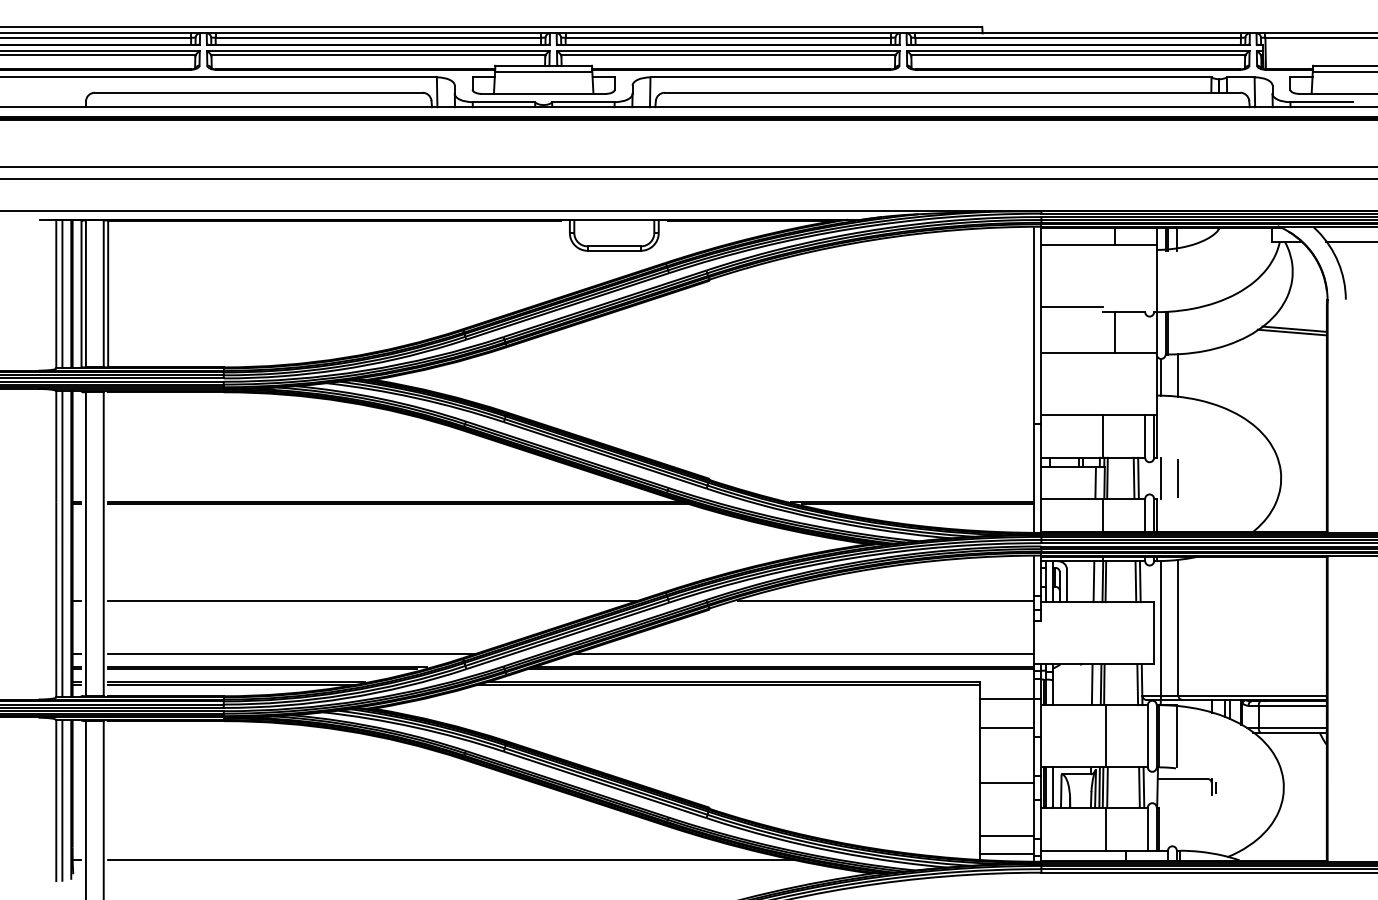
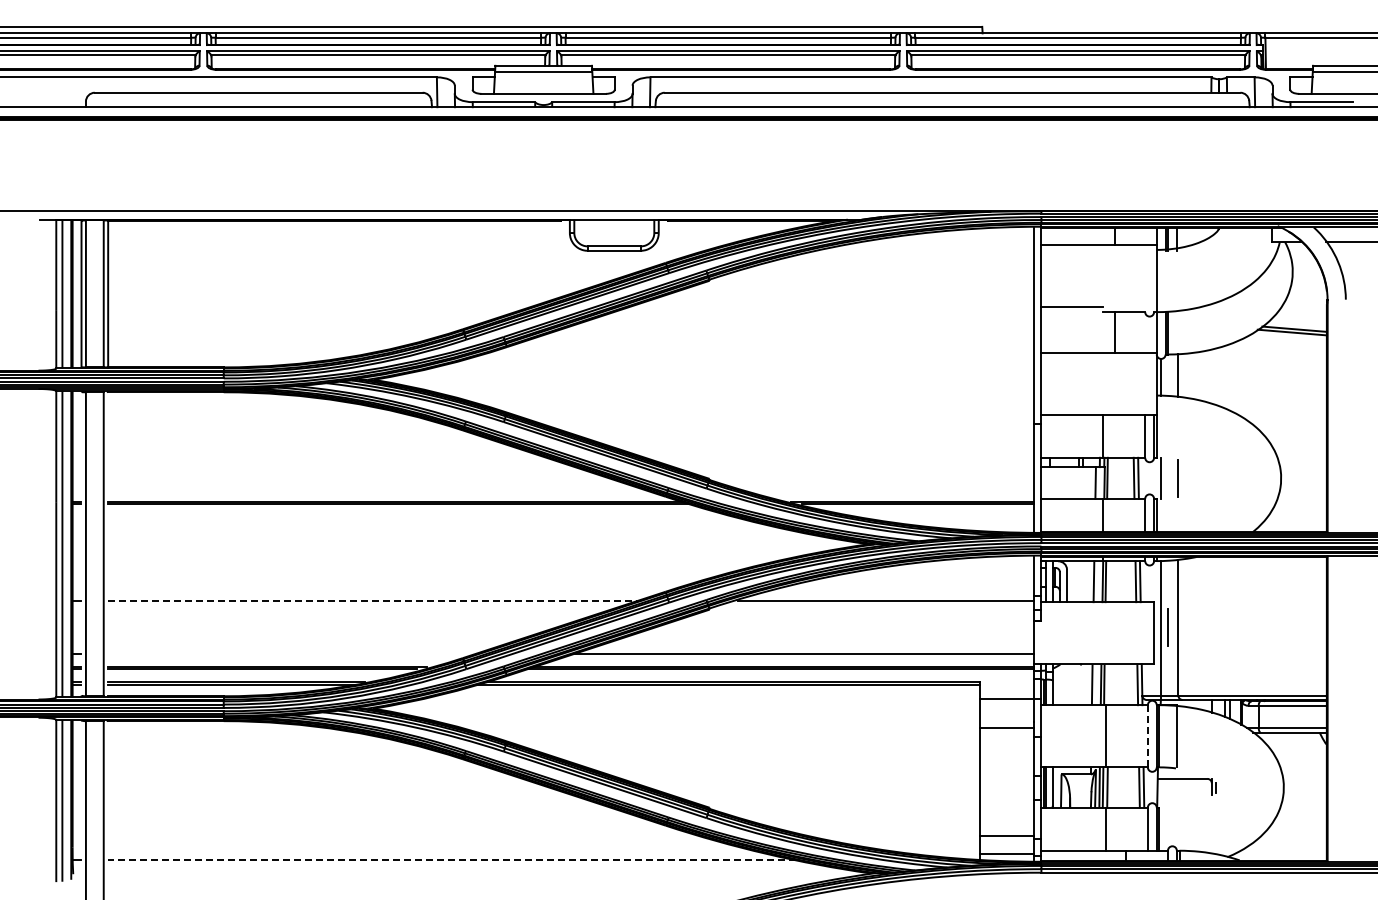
line at (688, 167): present -> none
line at (688, 178): present -> none
line at (372, 600): solid -> dashed
line at (1167, 627): none -> present
line at (291, 653): present -> none
line at (1147, 736): solid -> dashed
line at (1007, 782): present -> none
line at (451, 859): solid -> dashed
